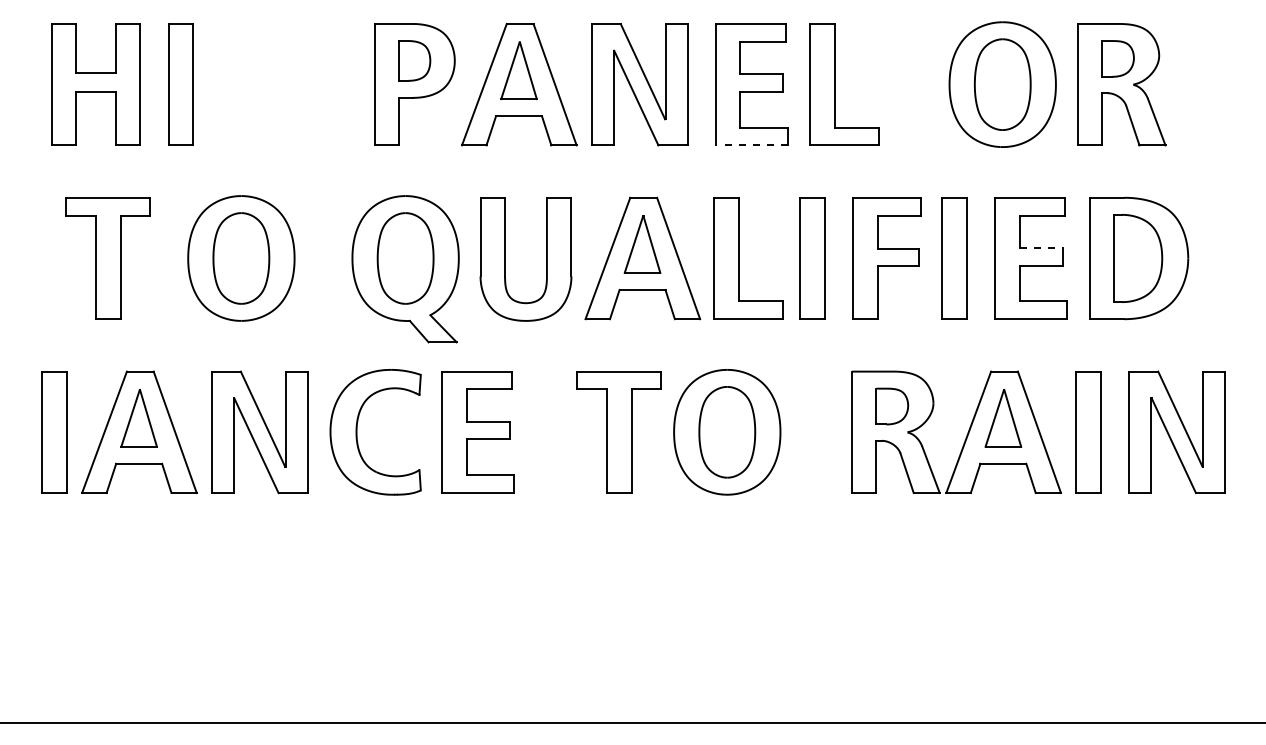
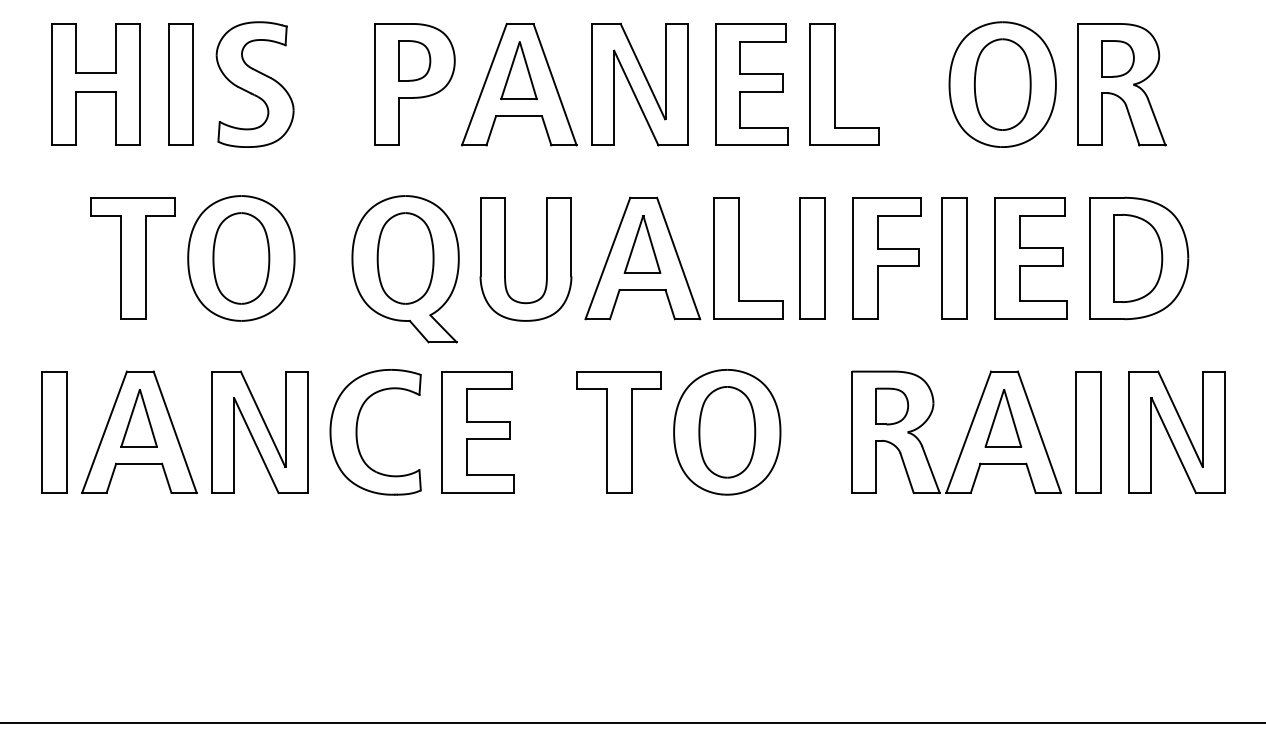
part at (254, 84): none -> present
line at (751, 145): dashed -> solid
line at (1041, 247): dashed -> solid
part at (107, 258) position: (107, 258) -> (132, 258)
